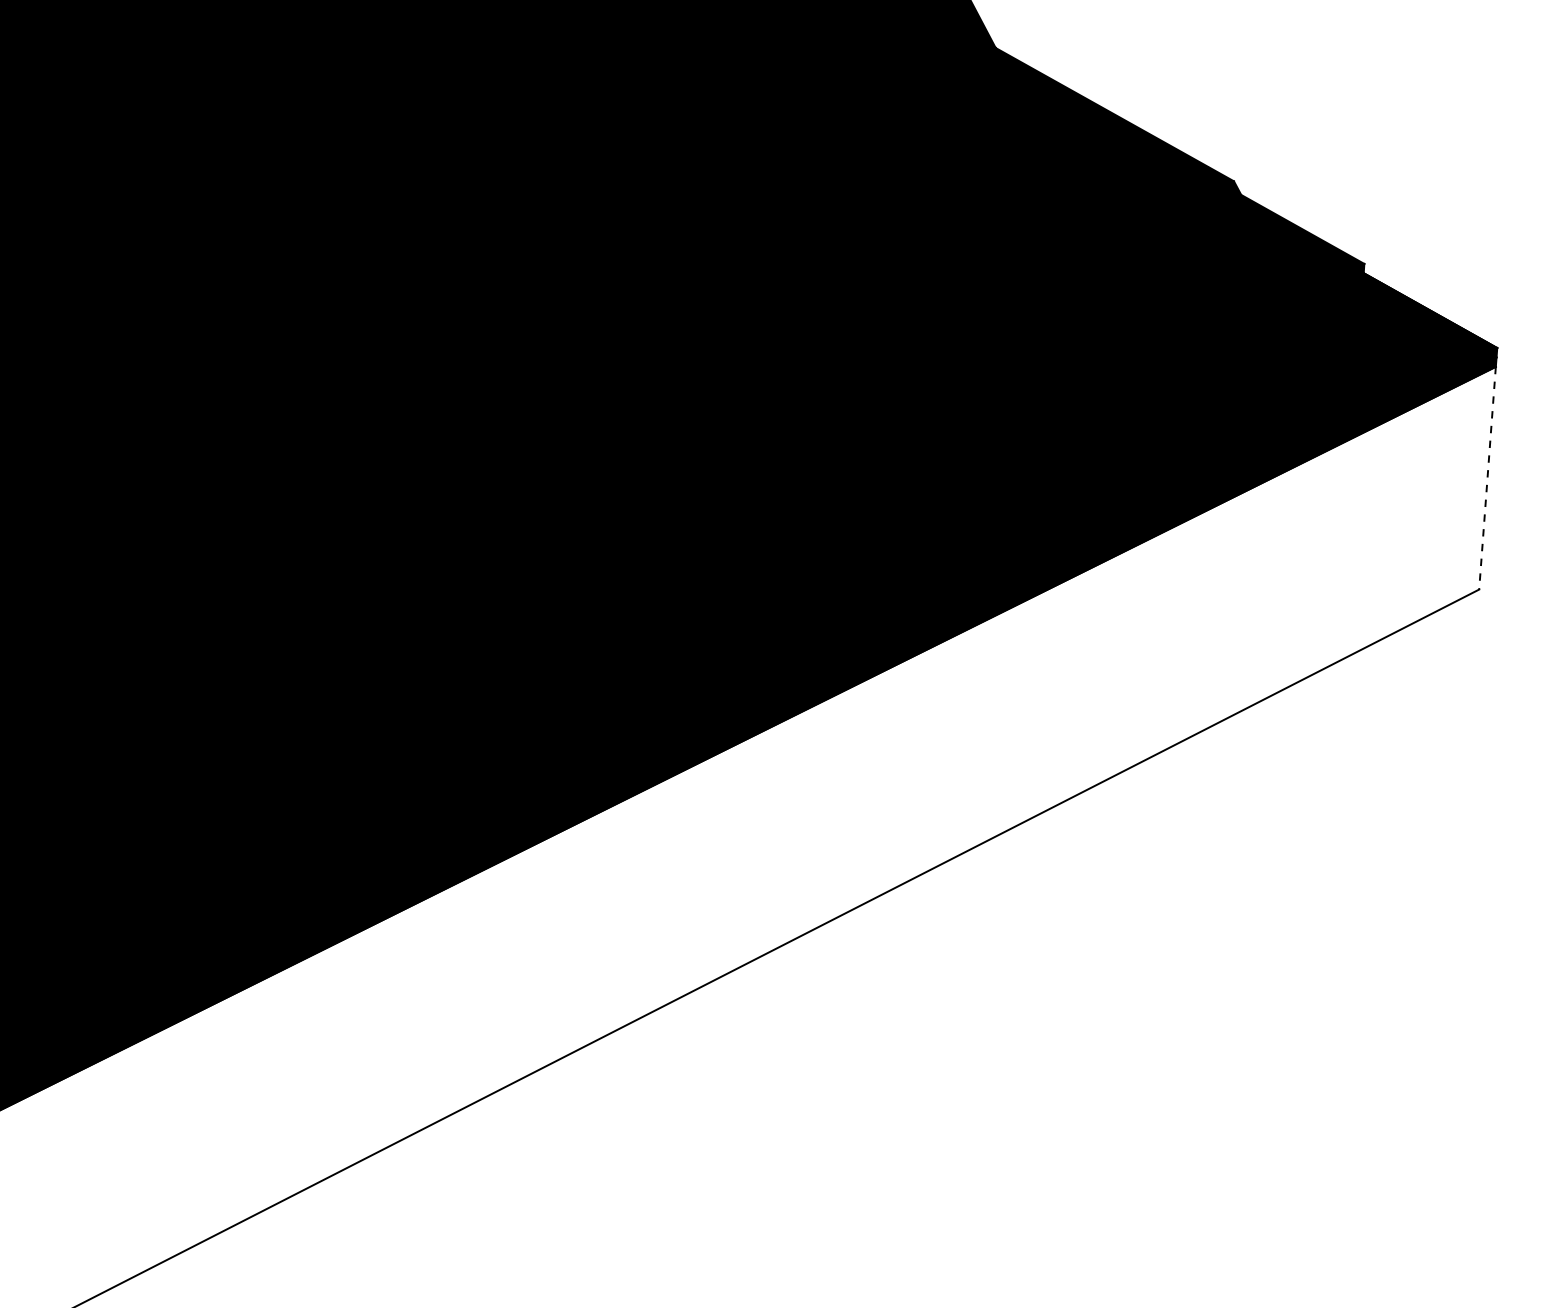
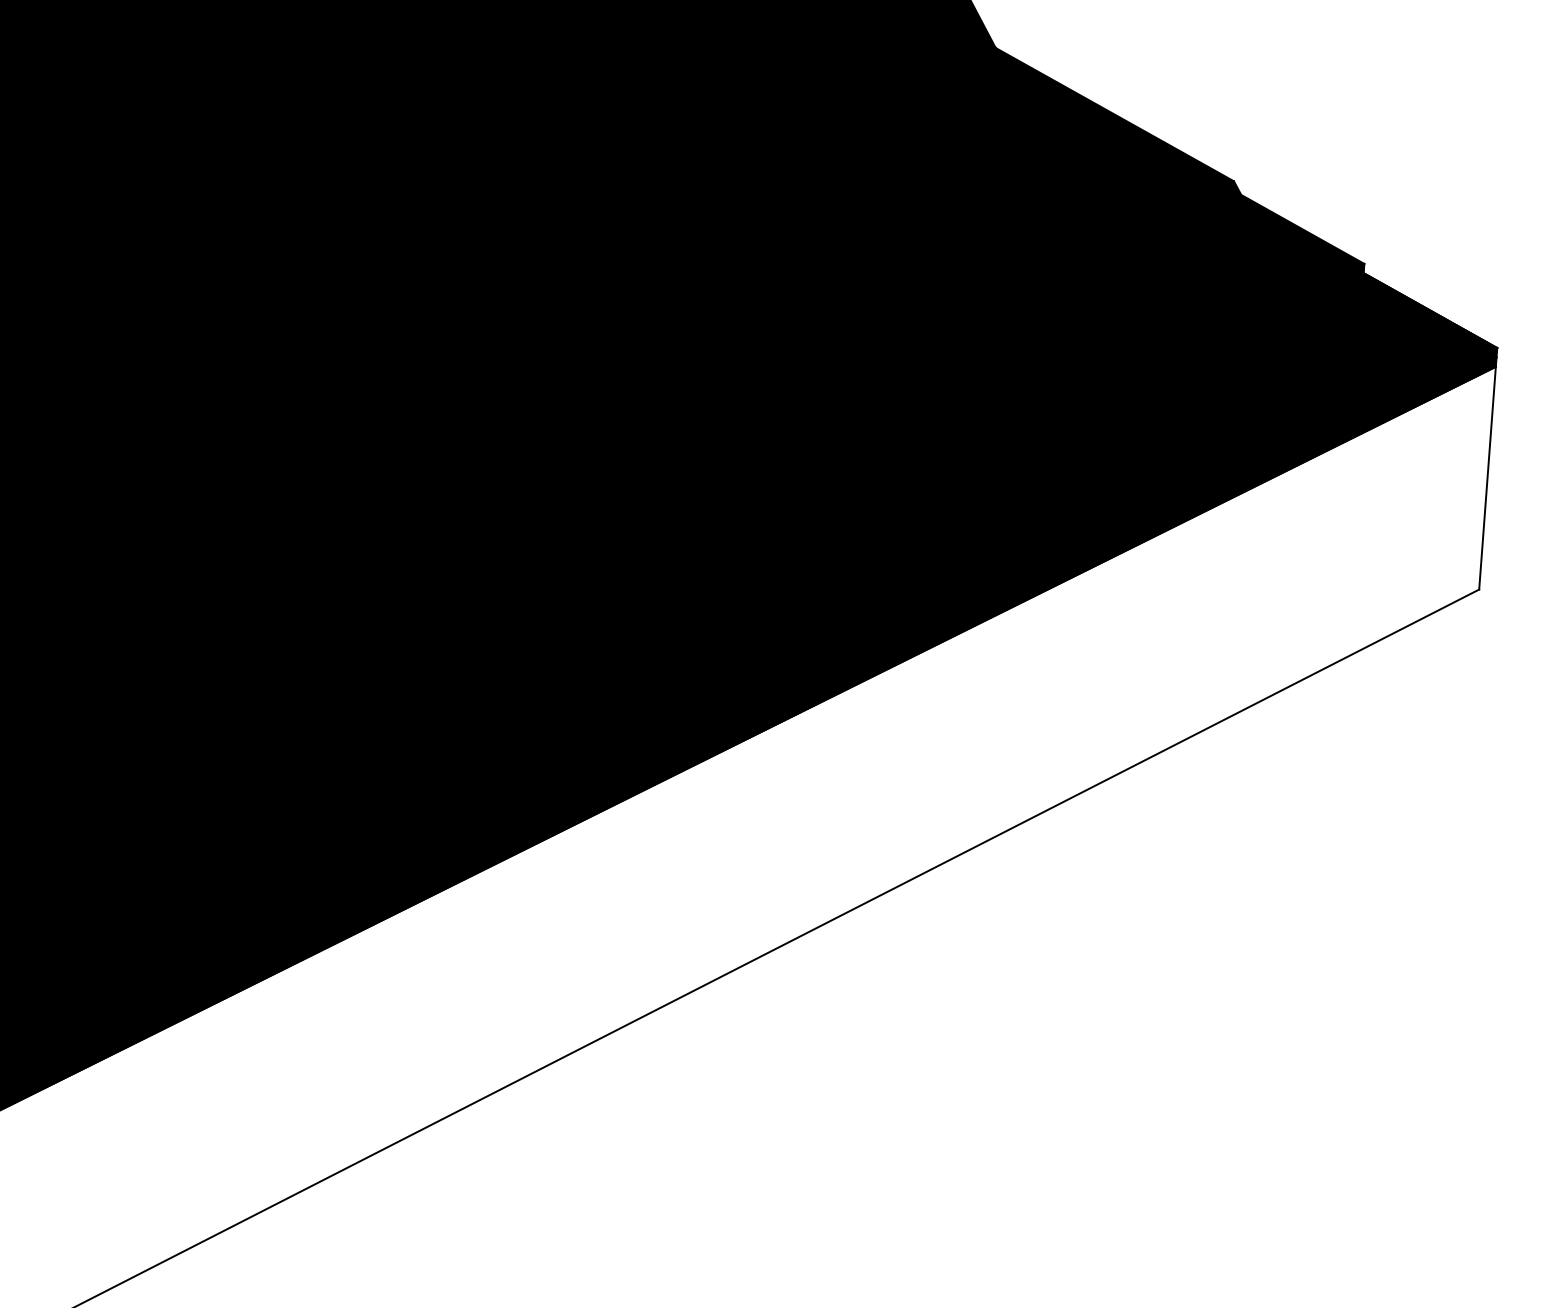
line at (1487, 478): dashed -> solid
